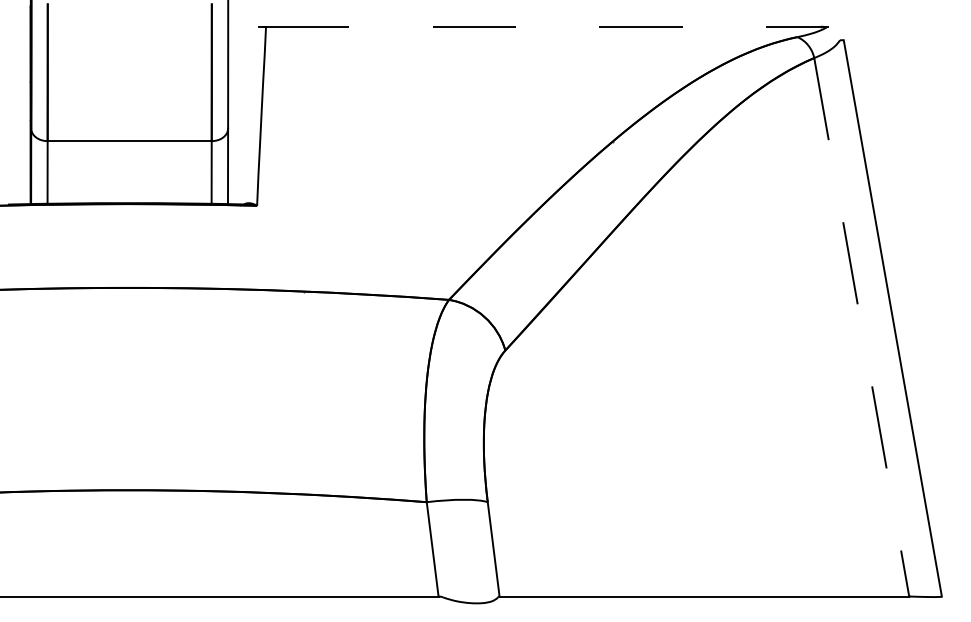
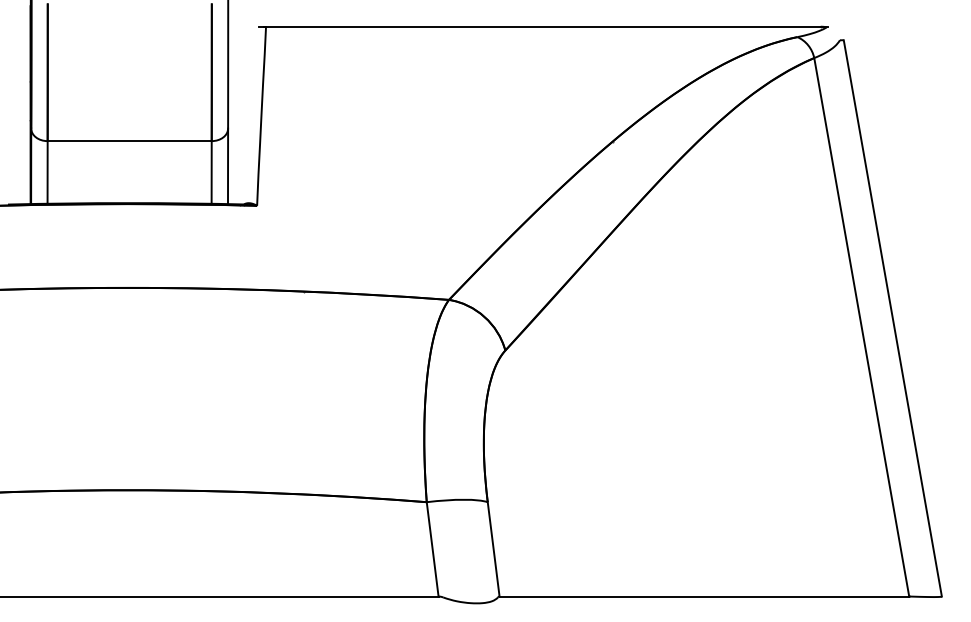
line at (543, 26): dashed -> solid
line at (861, 327): dashed -> solid
